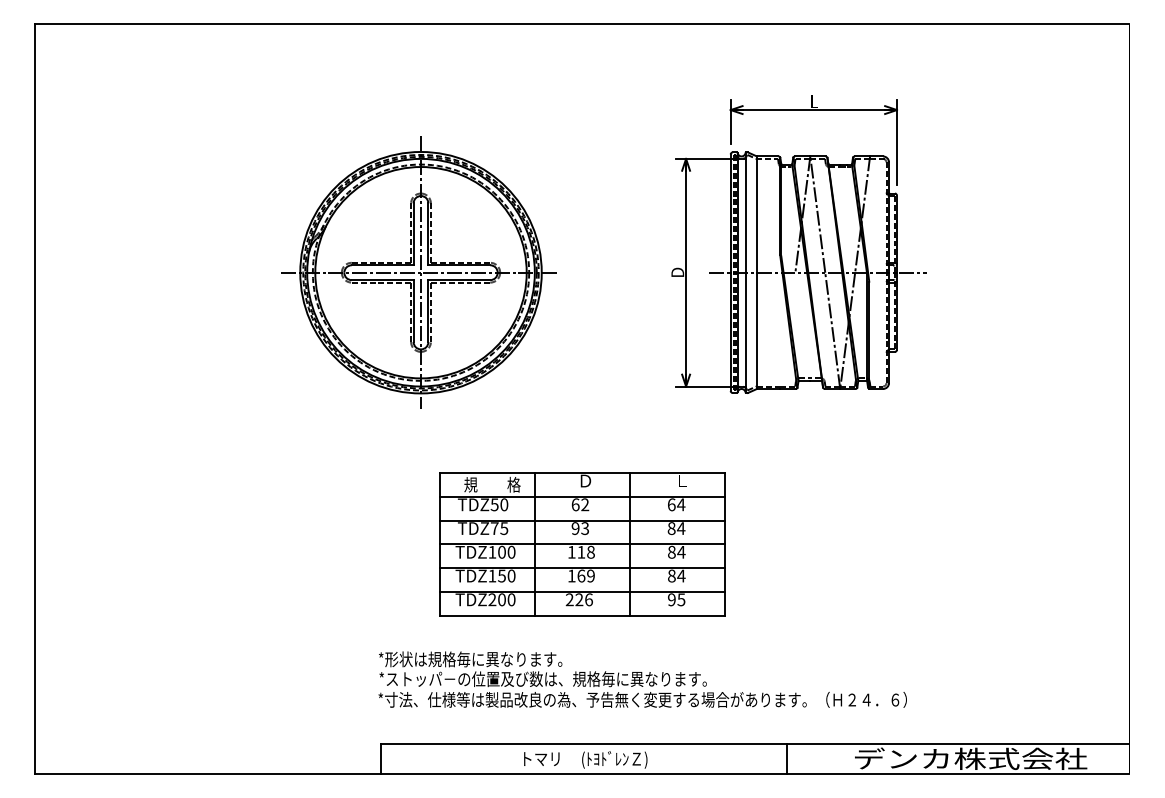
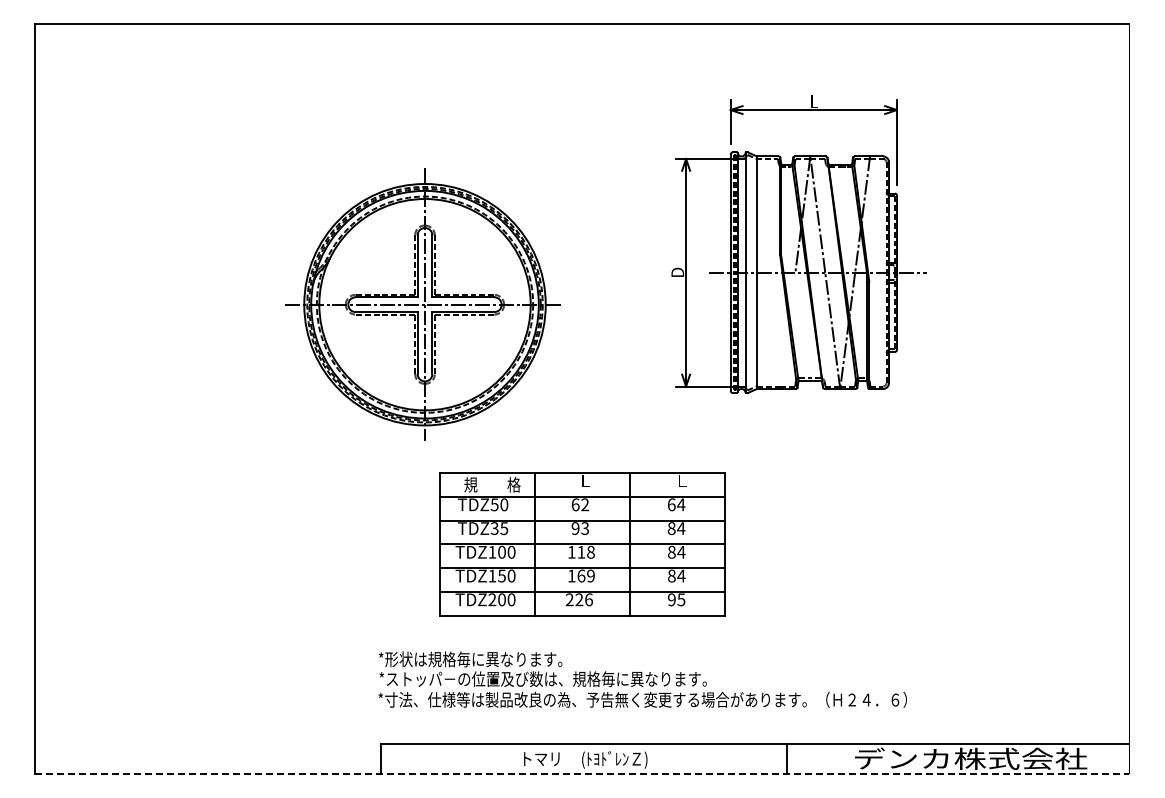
part at (418, 272) position: (418, 272) -> (422, 304)
text at (585, 480): Ｄ -> Ｌ
text at (494, 528): TDZ75 -> TDZ35
line at (582, 774): solid -> dashed
